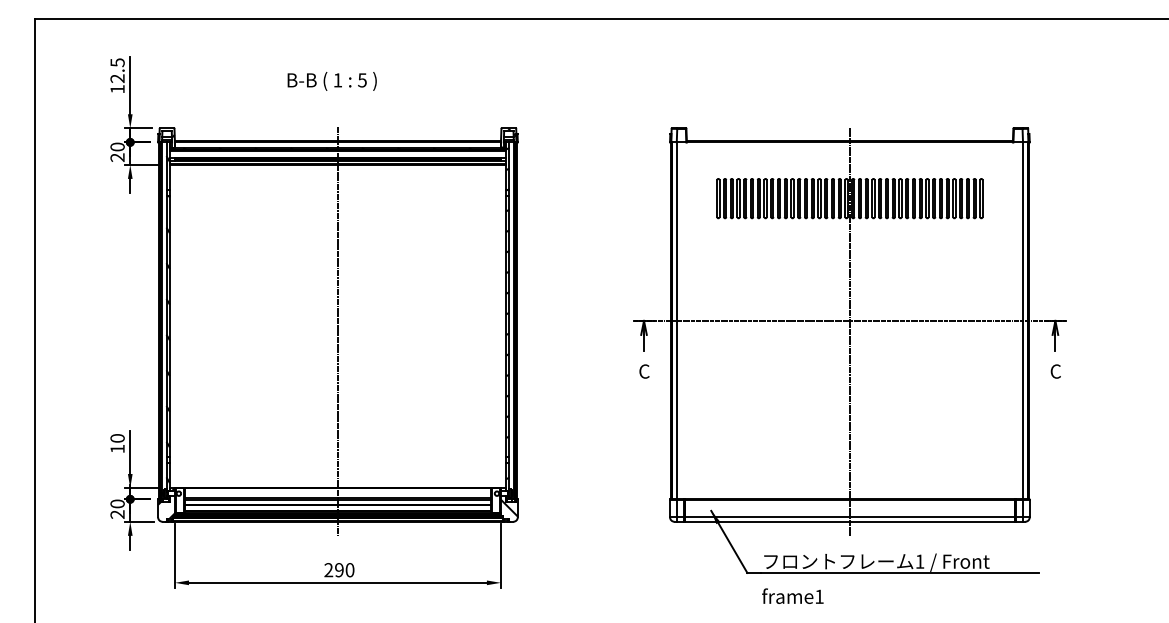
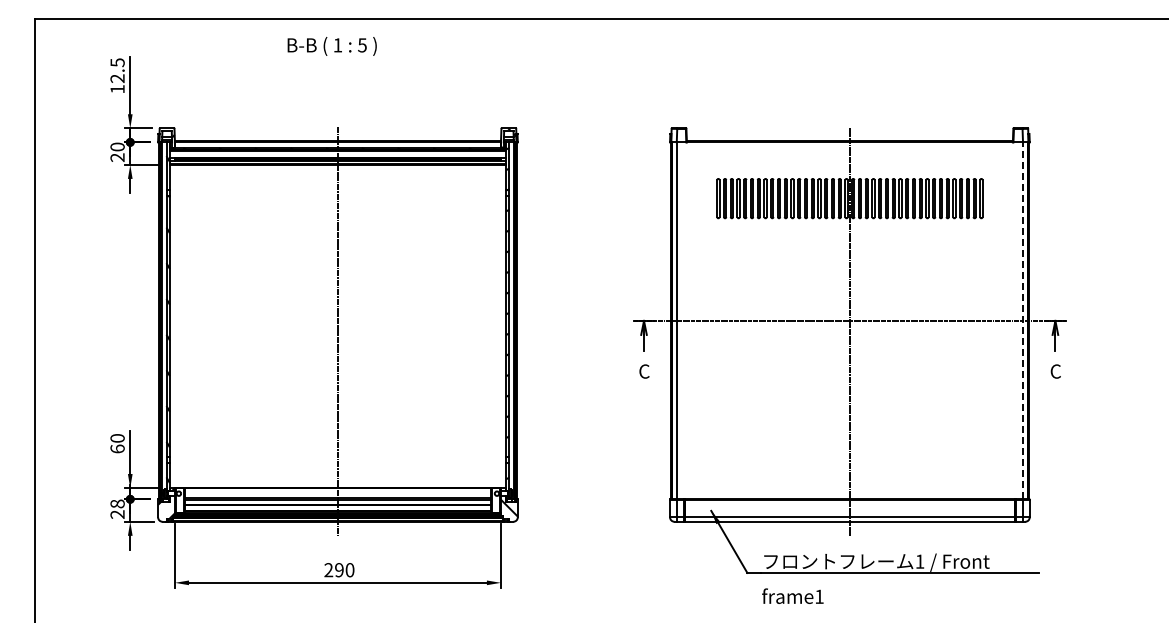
text at (331, 81) position: (331, 81) -> (331, 46)
line at (1022, 320): solid -> dashed
text at (117, 448): 10 -> 60
text at (117, 503): 20 -> 28
